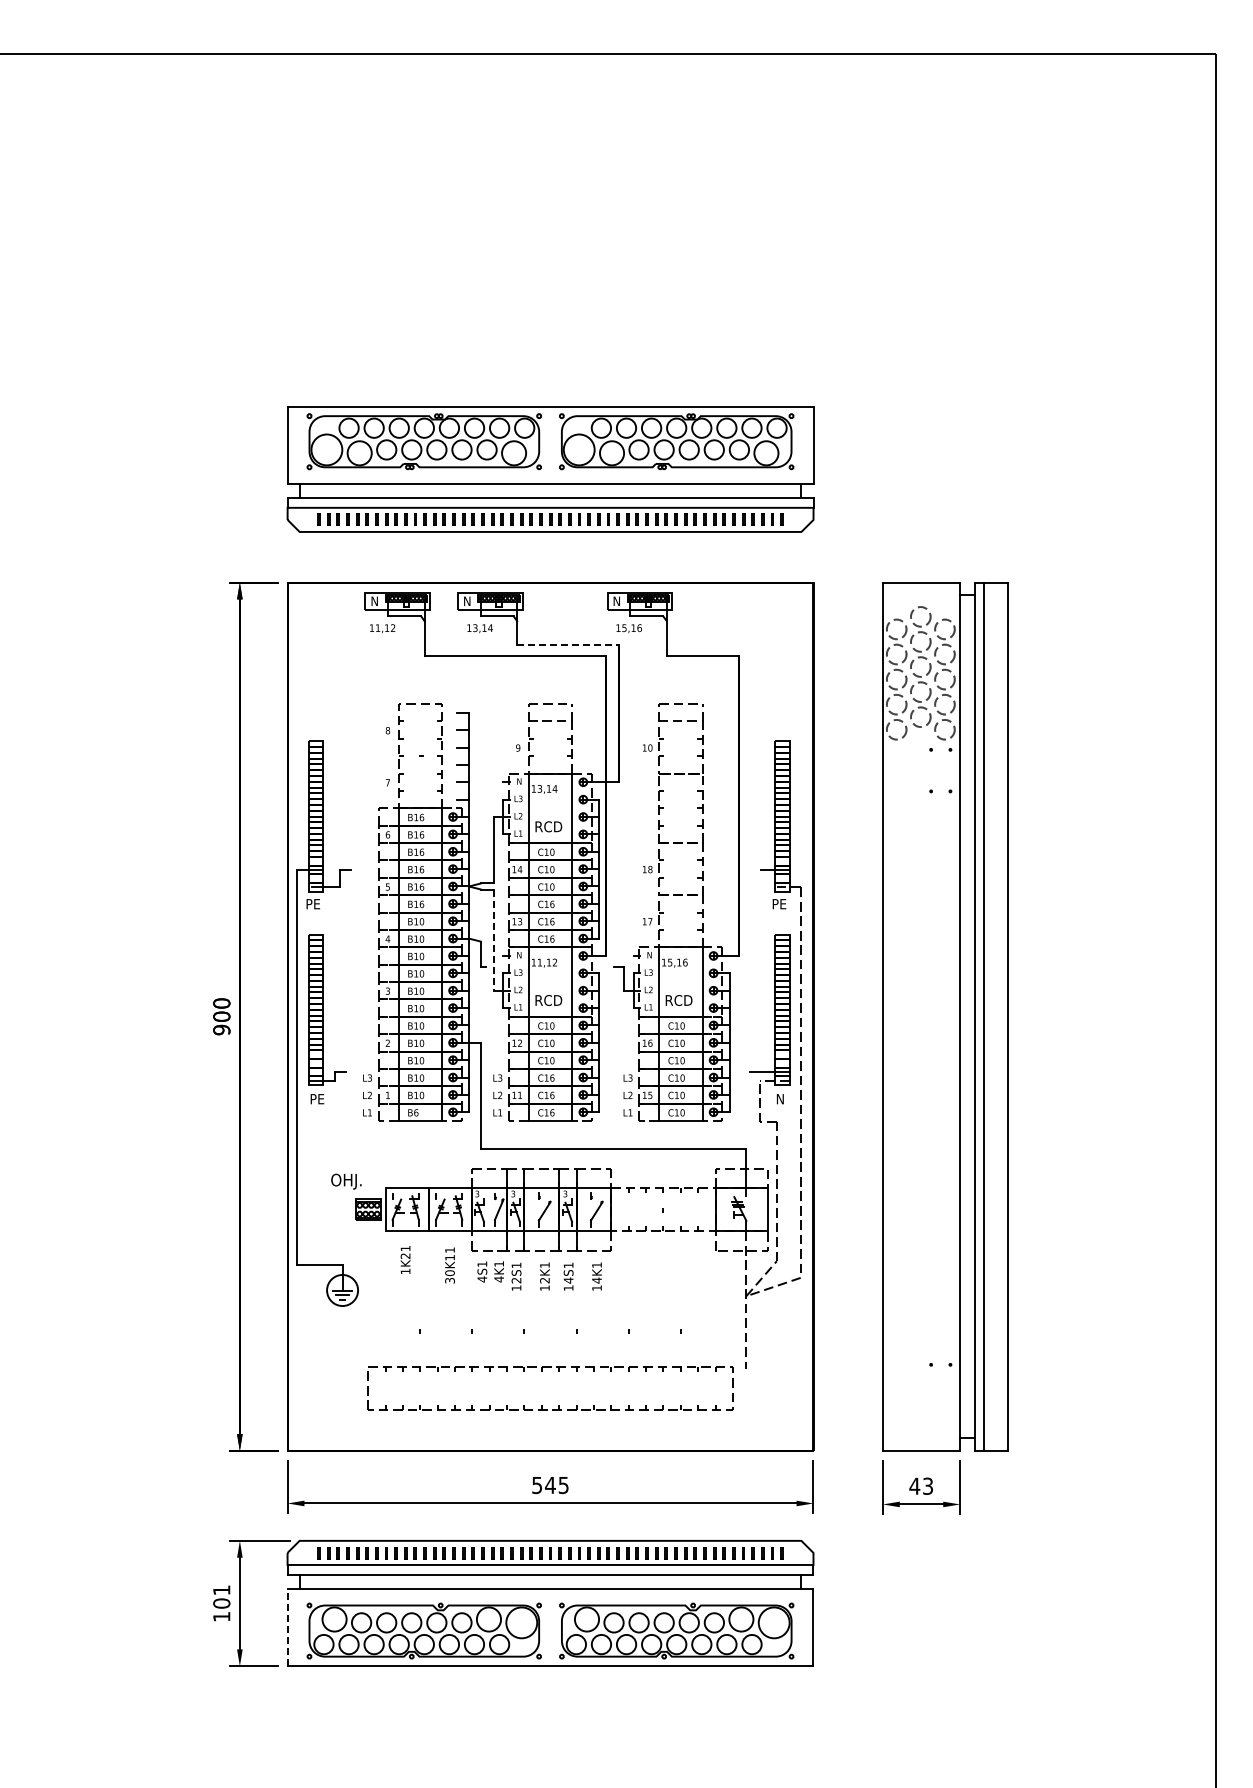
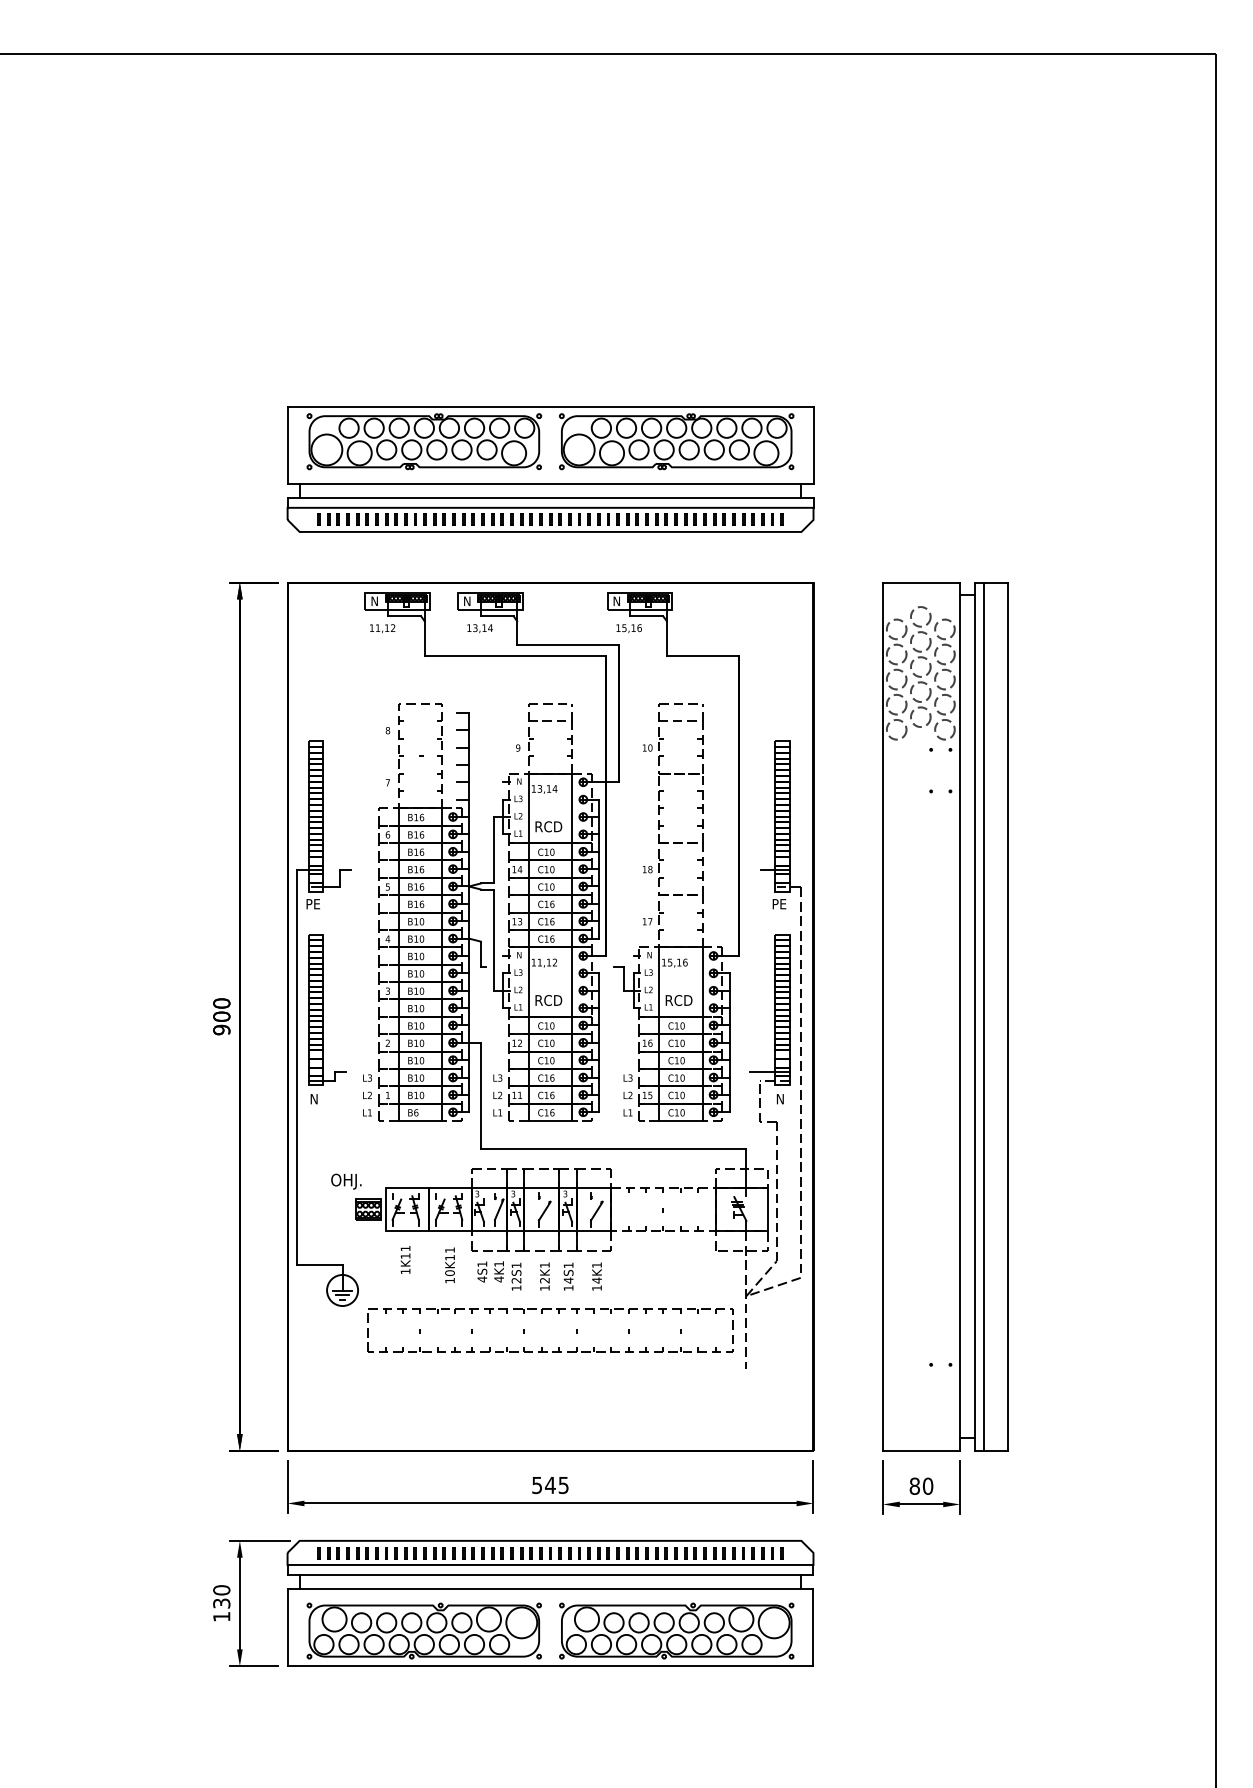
line at (568, 645): dashed -> solid
line at (493, 940): dashed -> solid
text at (318, 1099): PE -> N
text at (405, 1255): 1K21 -> 1K11
text at (449, 1280): 30K11 -> 10K11
part at (542, 1371) position: (542, 1371) -> (542, 1313)
text at (921, 1485): 43 -> 80
text at (221, 1596): 101 -> 130
line at (287, 1627): dashed -> solid
